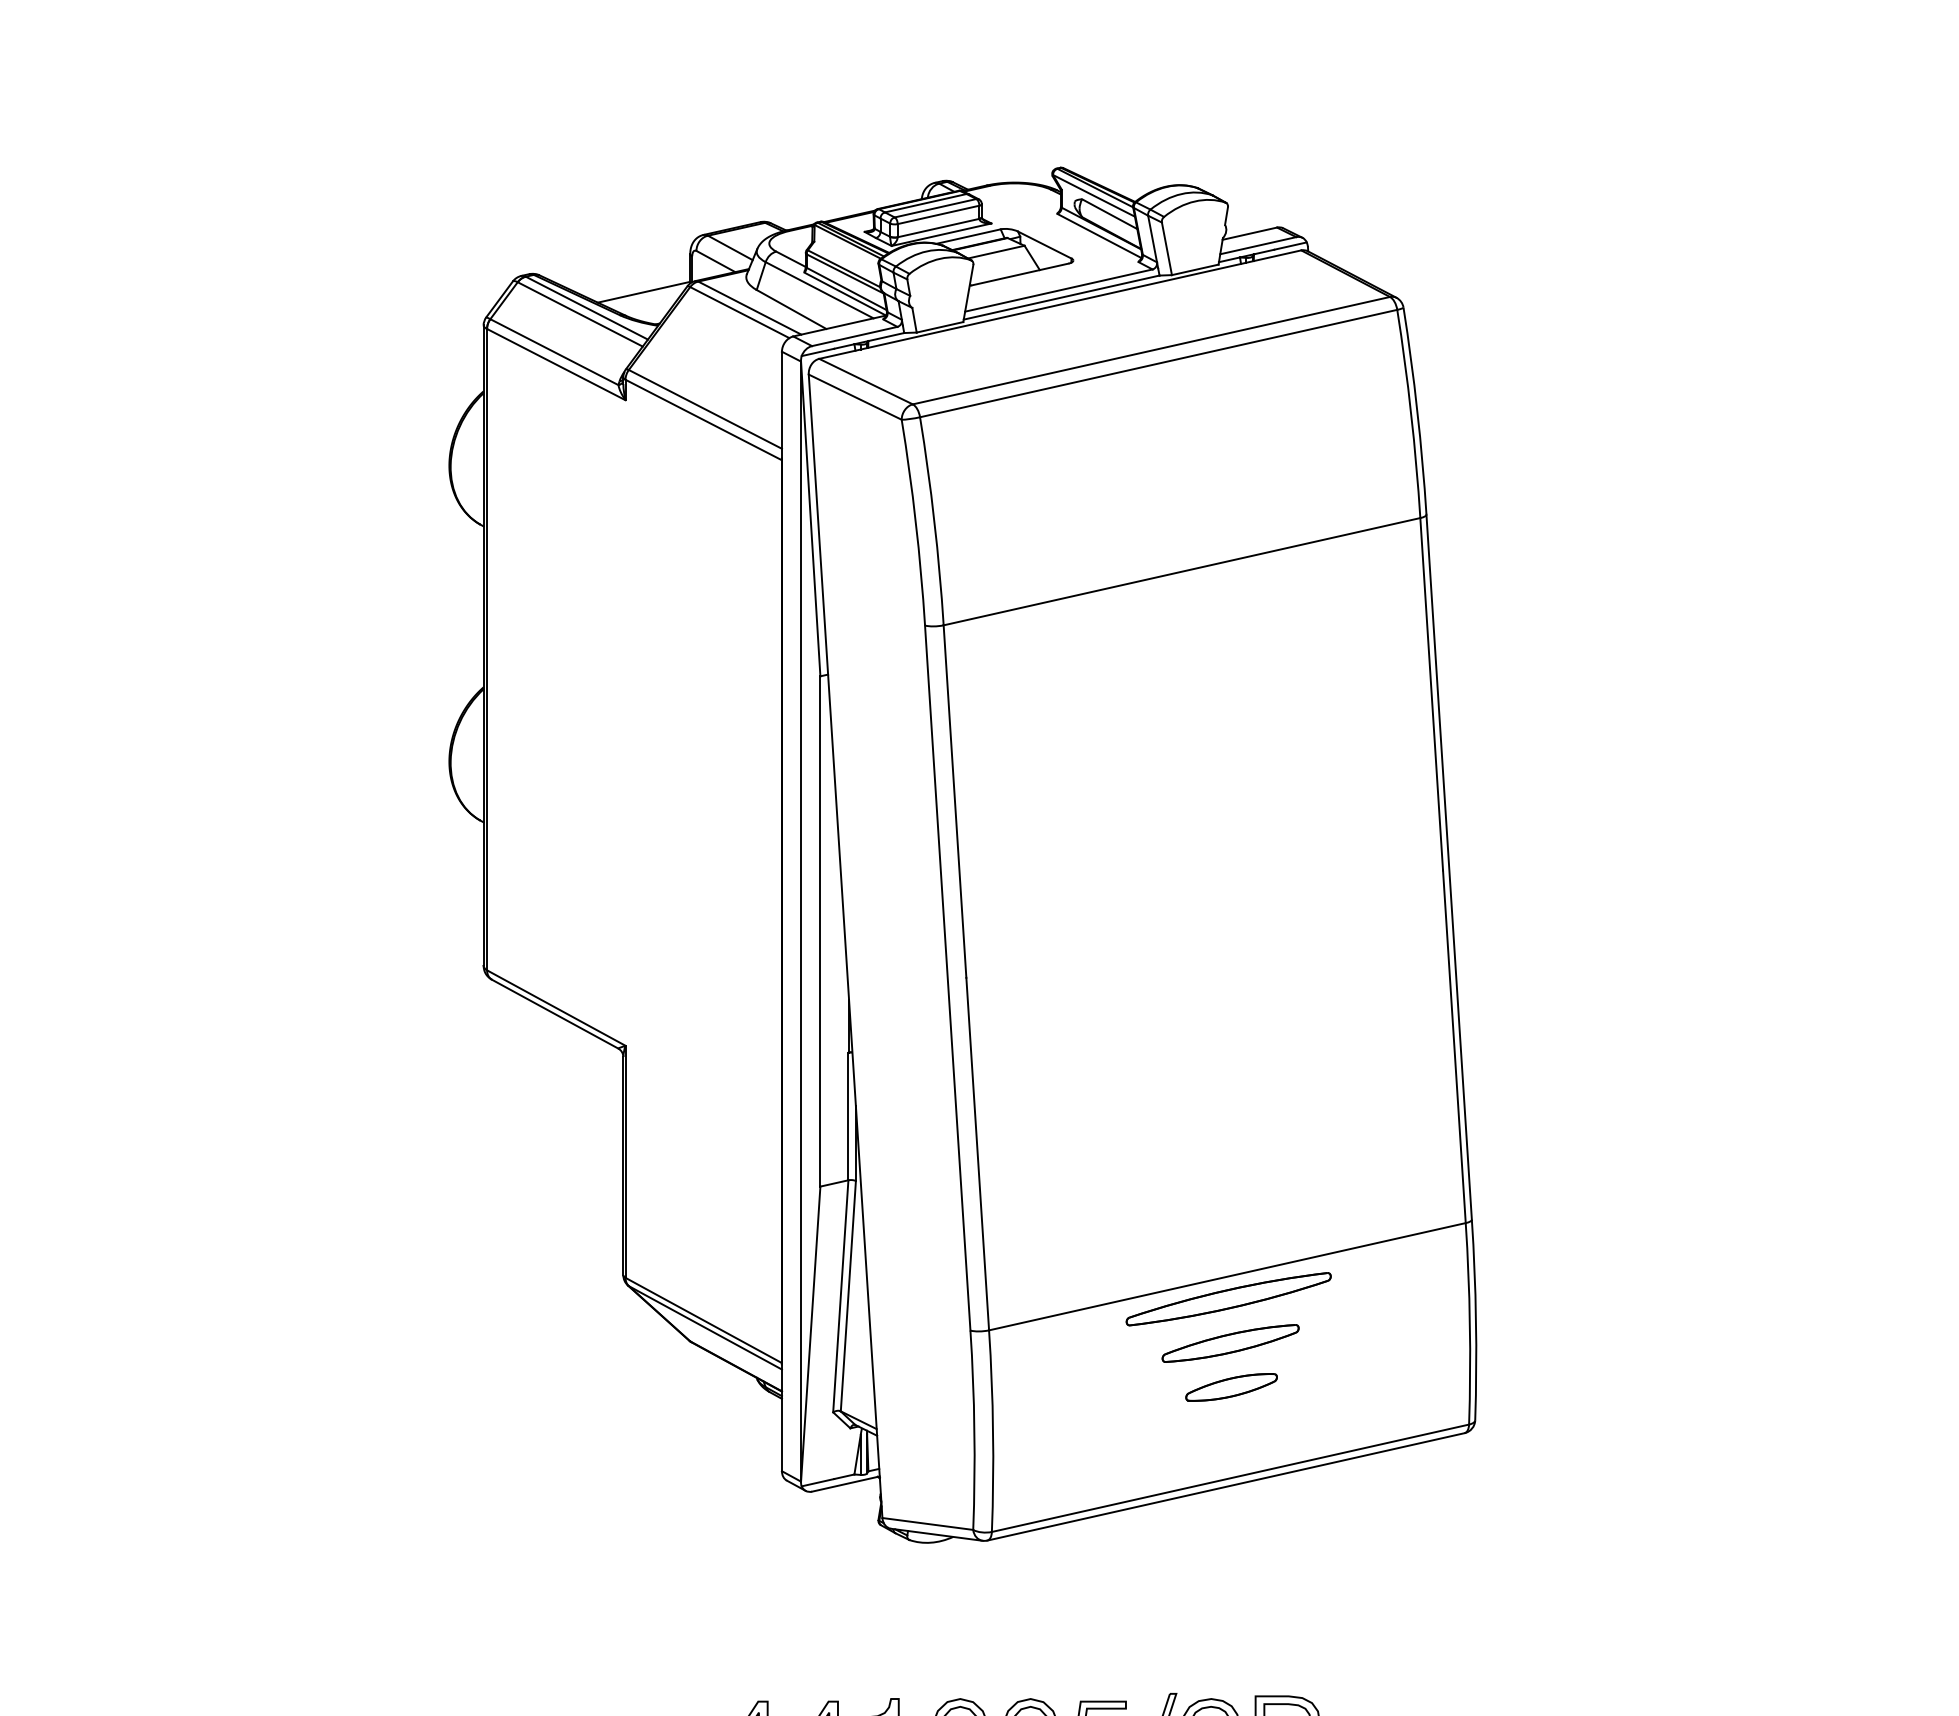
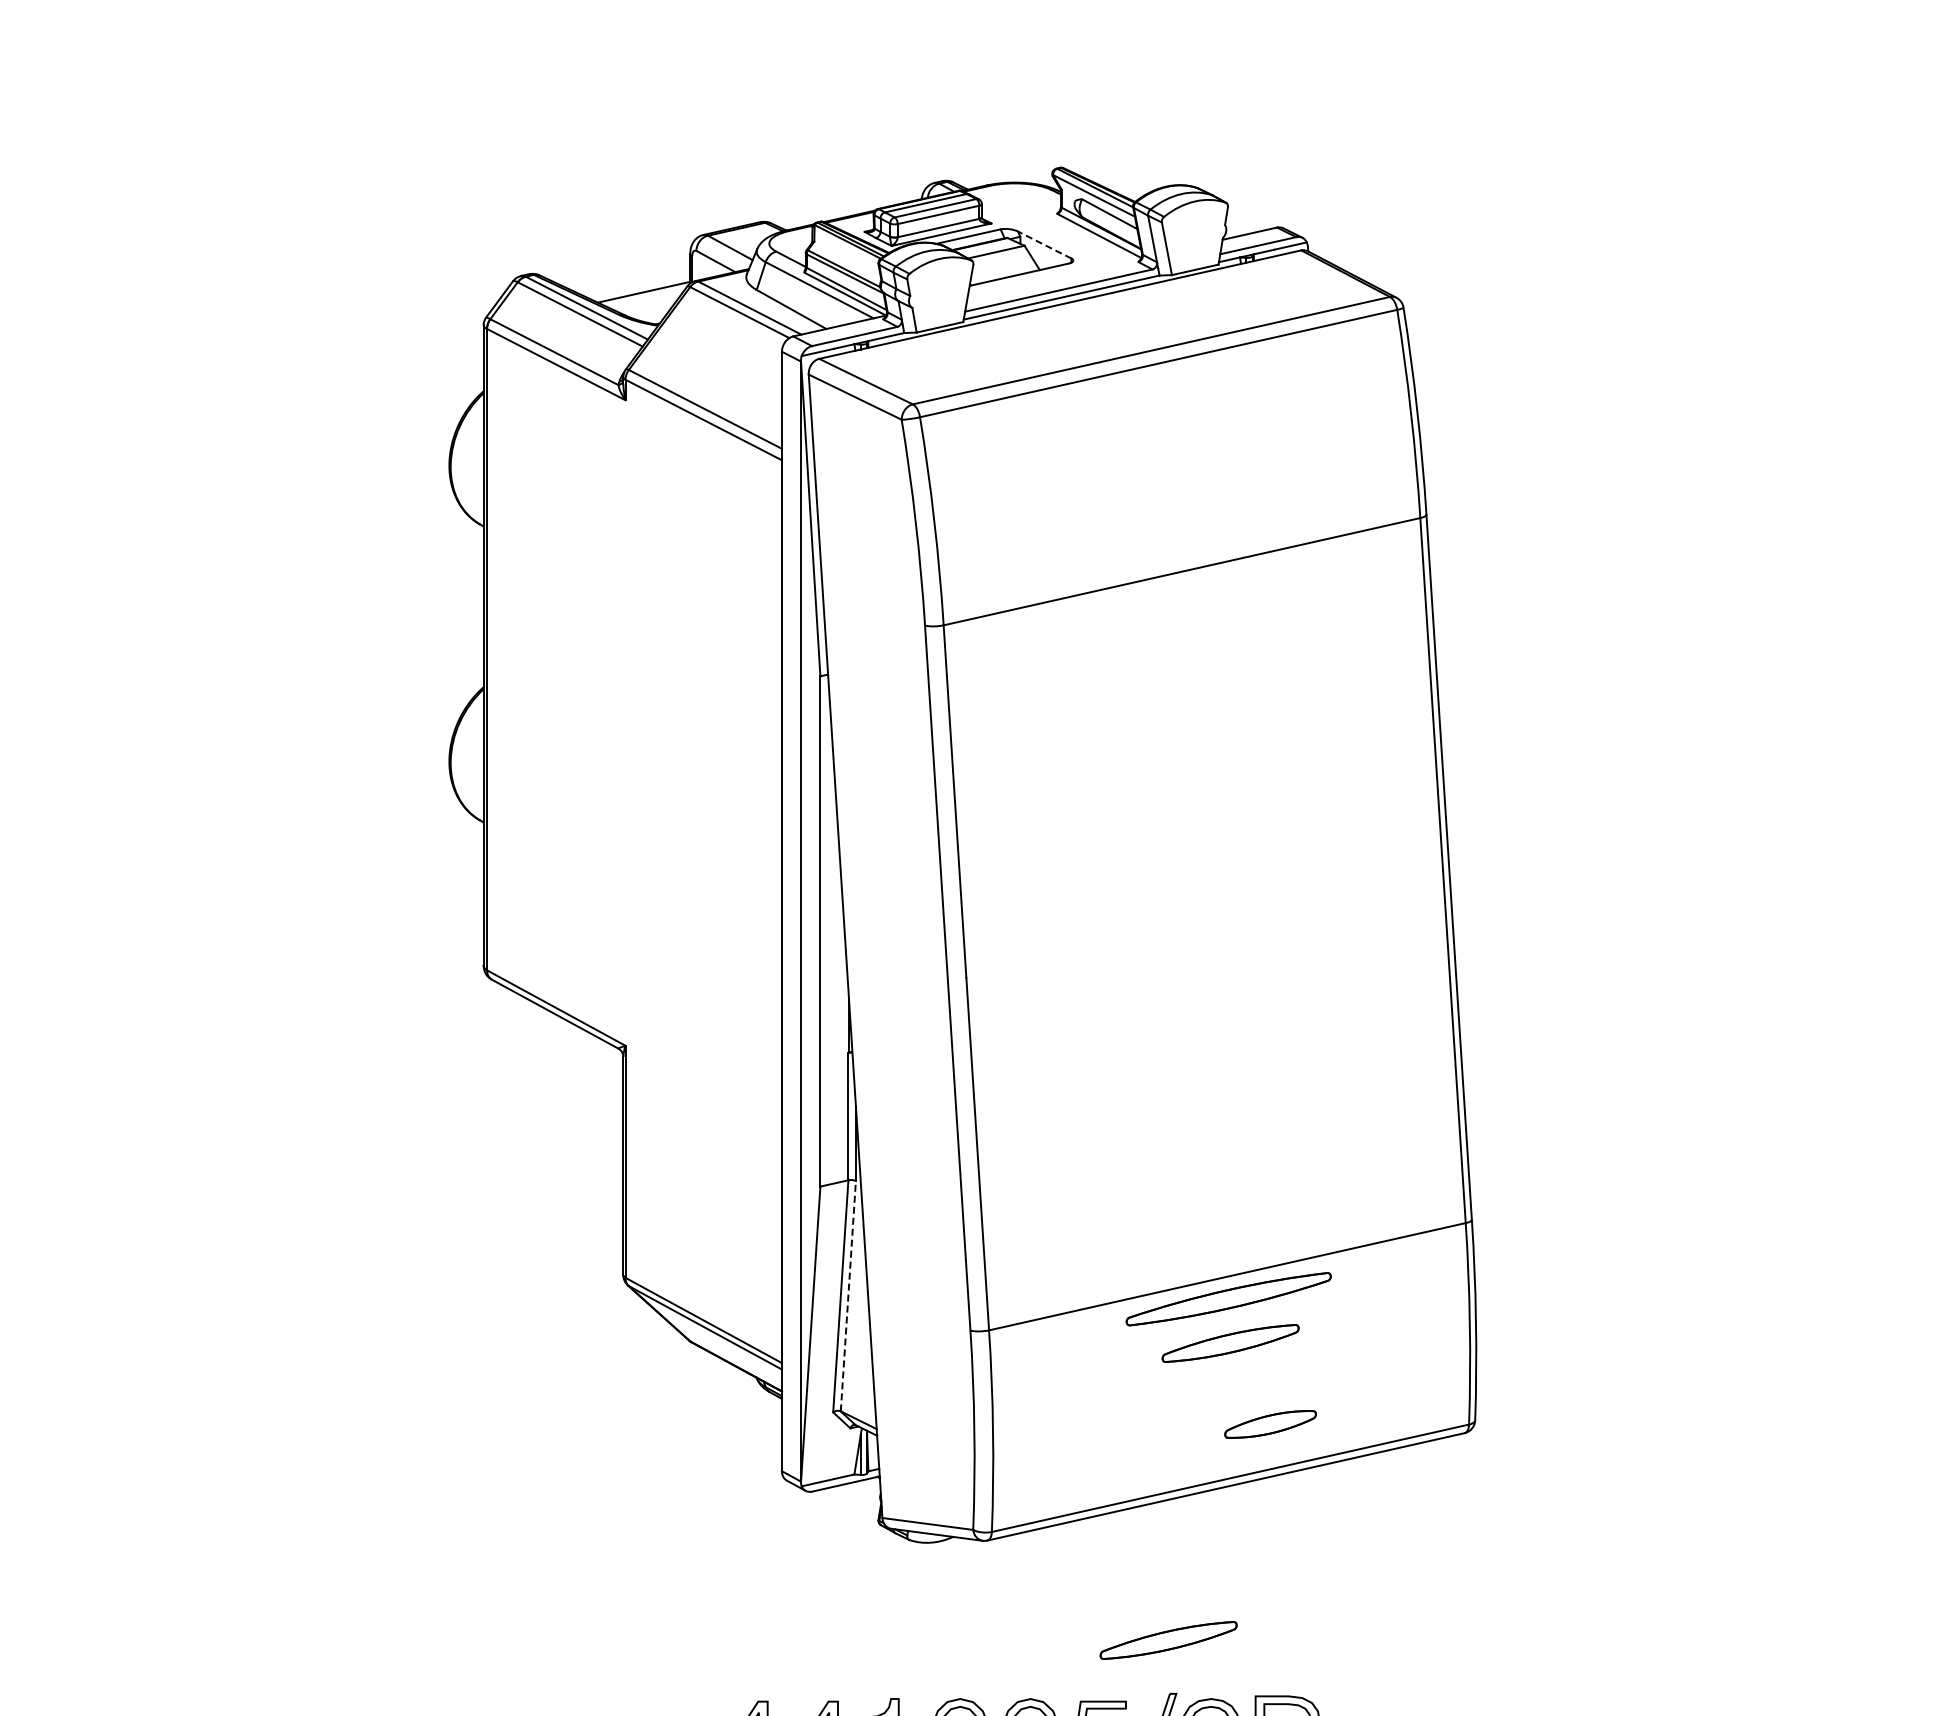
line at (1044, 244): solid -> dashed
line at (848, 1295): solid -> dashed
part at (1231, 1387) position: (1231, 1387) -> (1270, 1424)
part at (1168, 1640): none -> present
